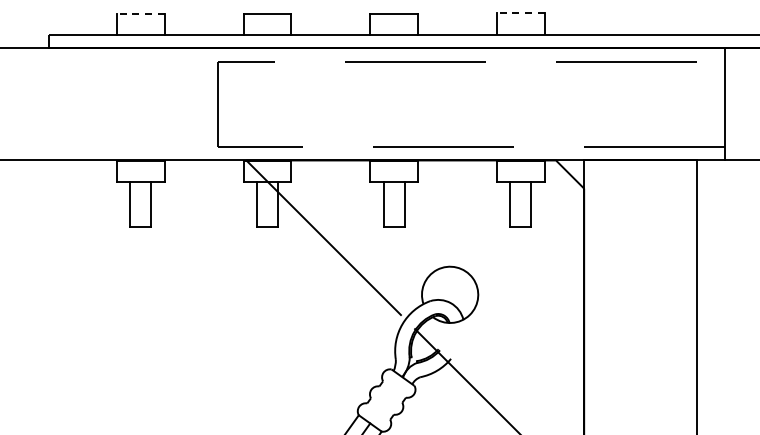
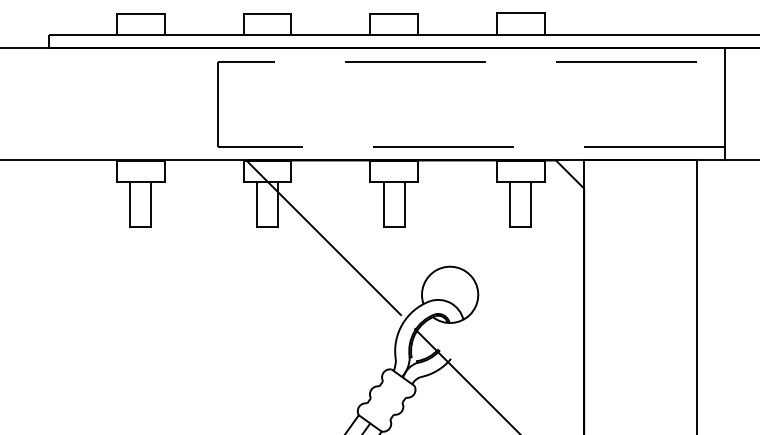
line at (140, 13): dashed -> solid
line at (520, 13): dashed -> solid
